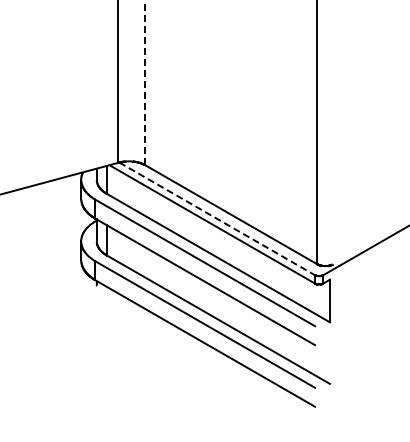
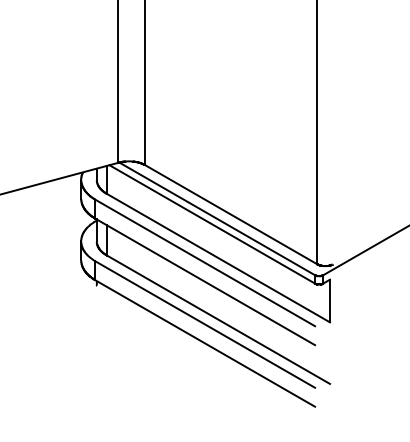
line at (145, 82): dashed -> solid
line at (217, 218): dashed -> solid
